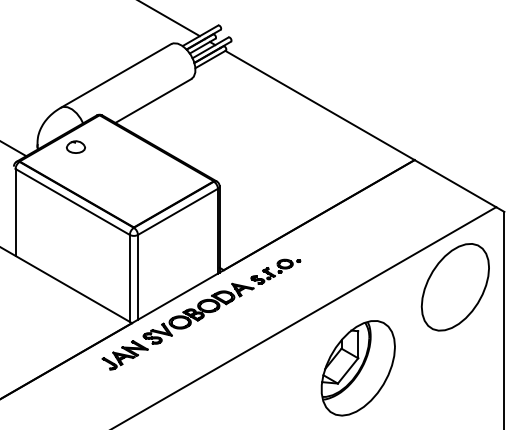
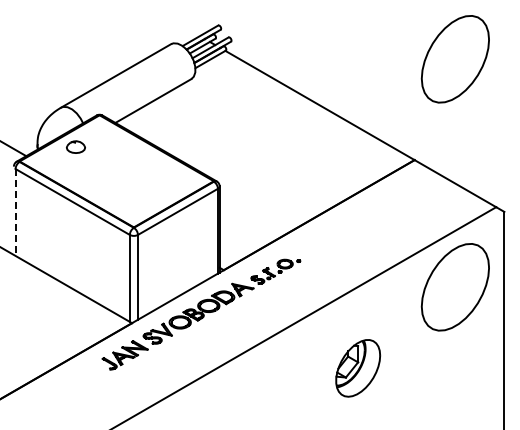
line at (169, 19): present -> none
part at (454, 59): none -> present
line at (15, 212): solid -> dashed
part at (357, 368) size: 76x97 px -> 47x59 px
